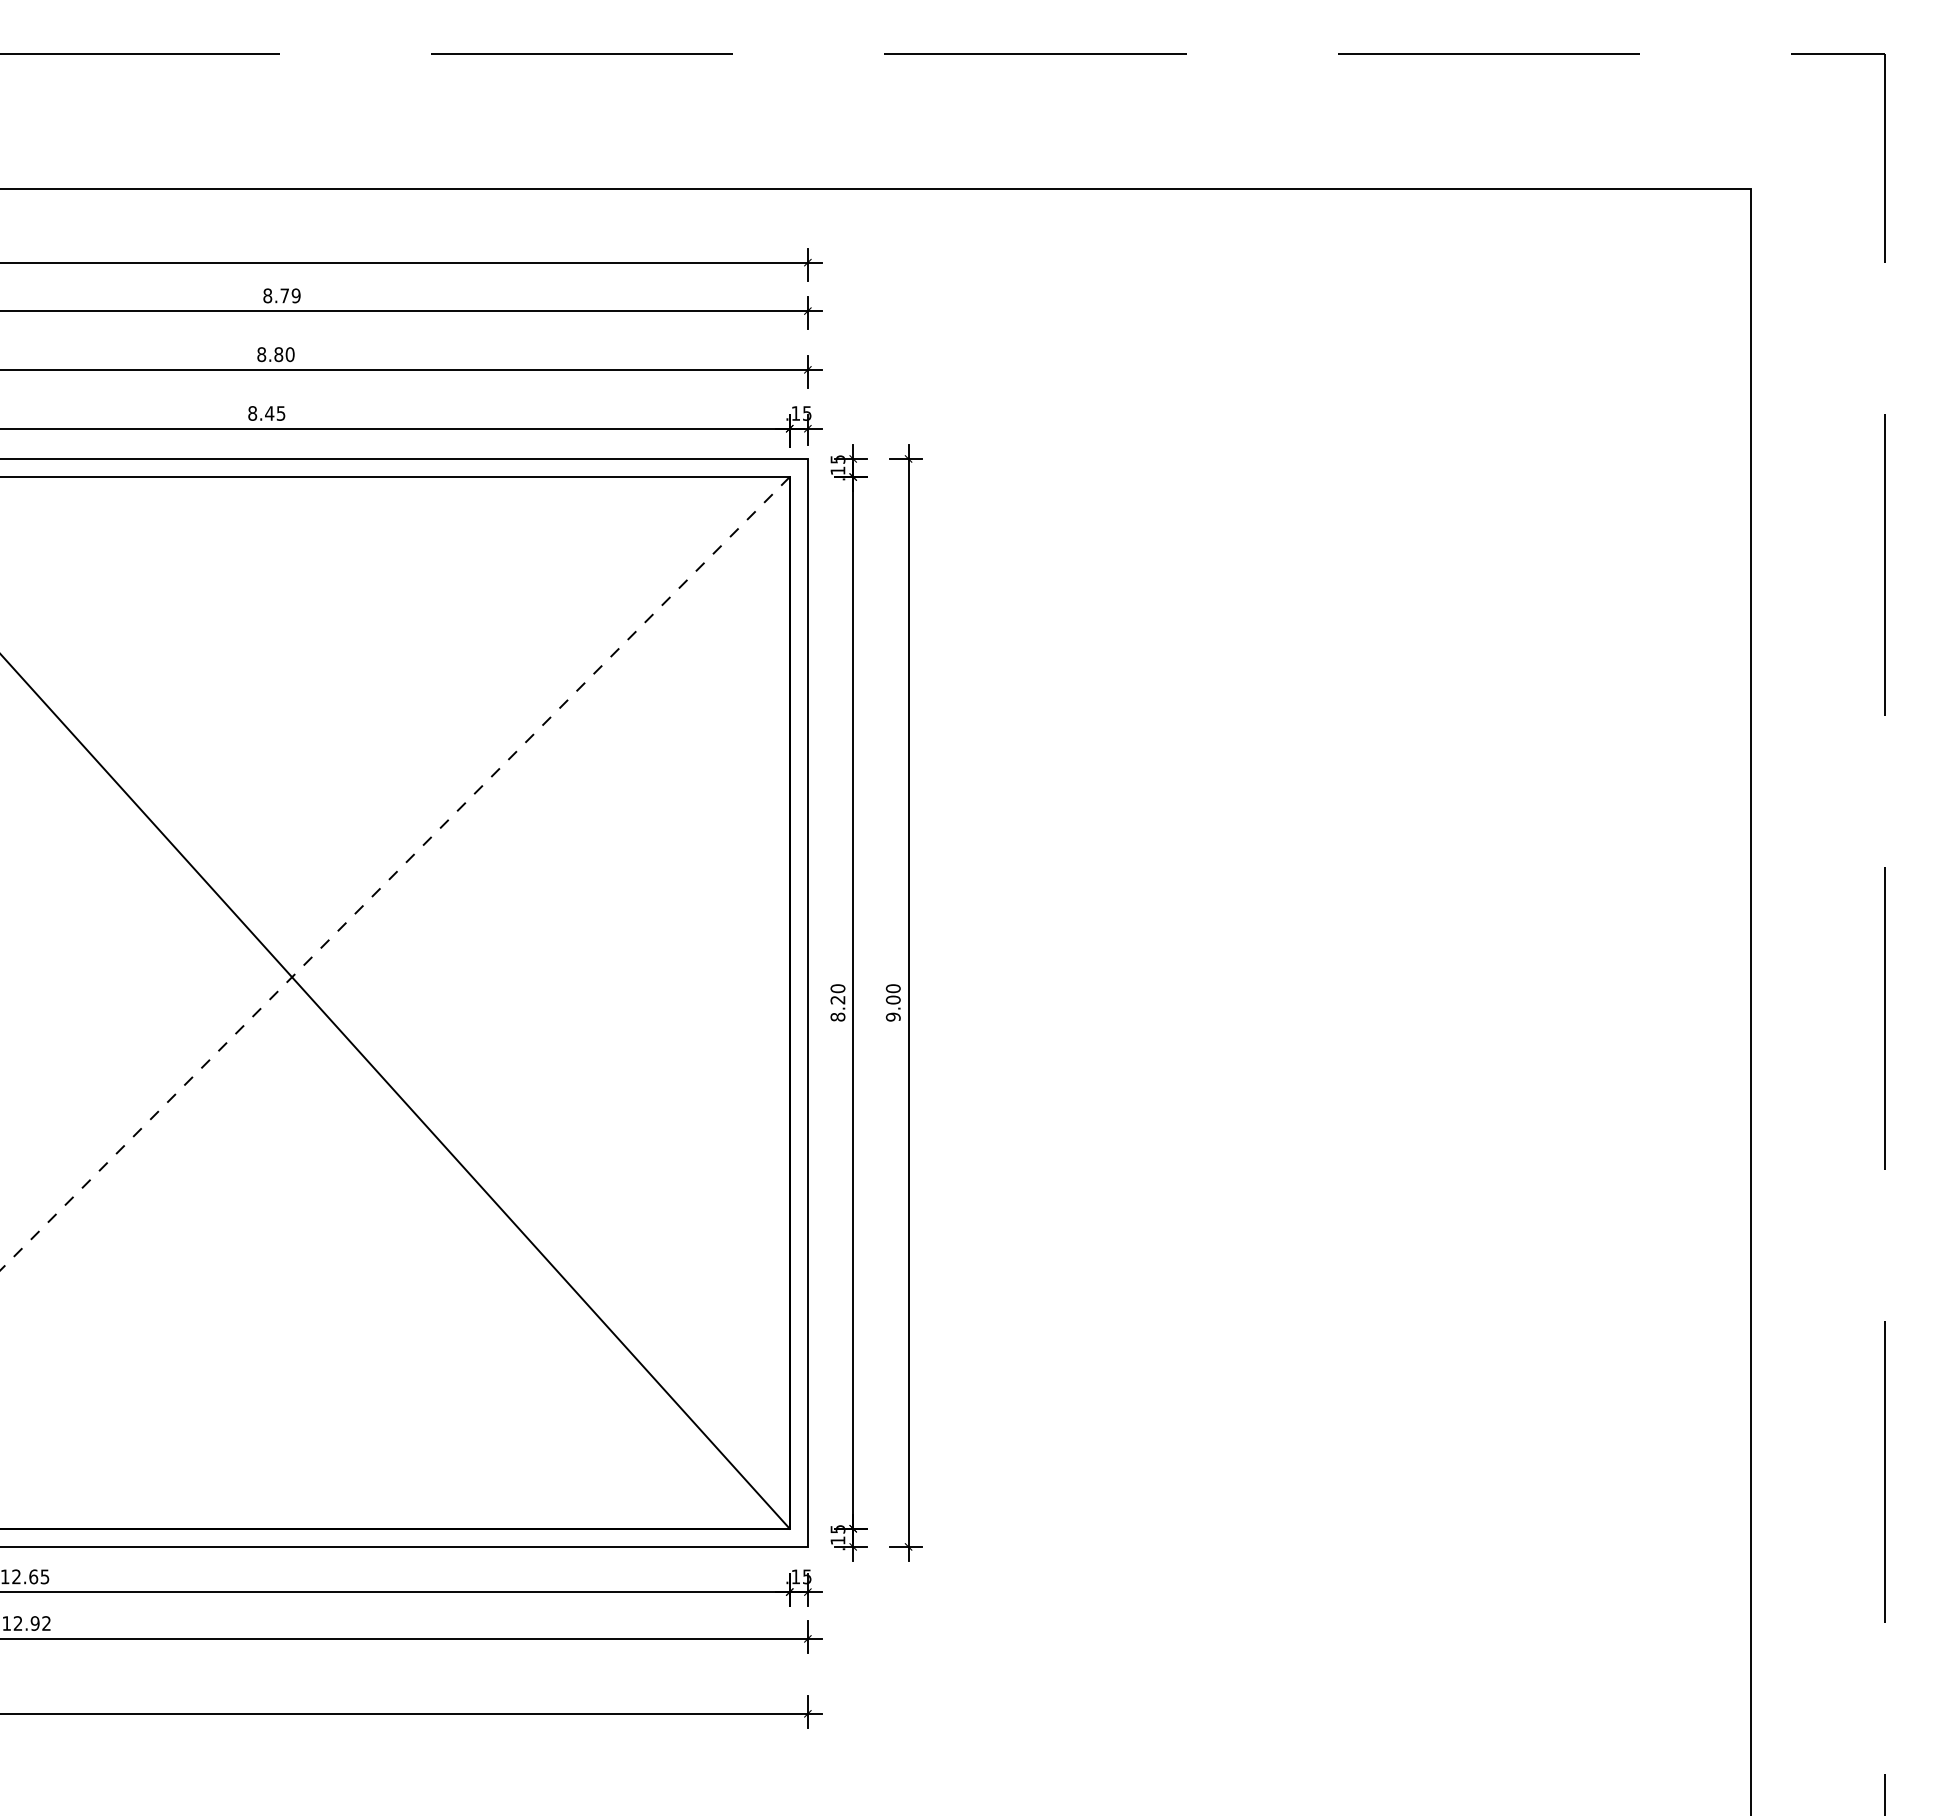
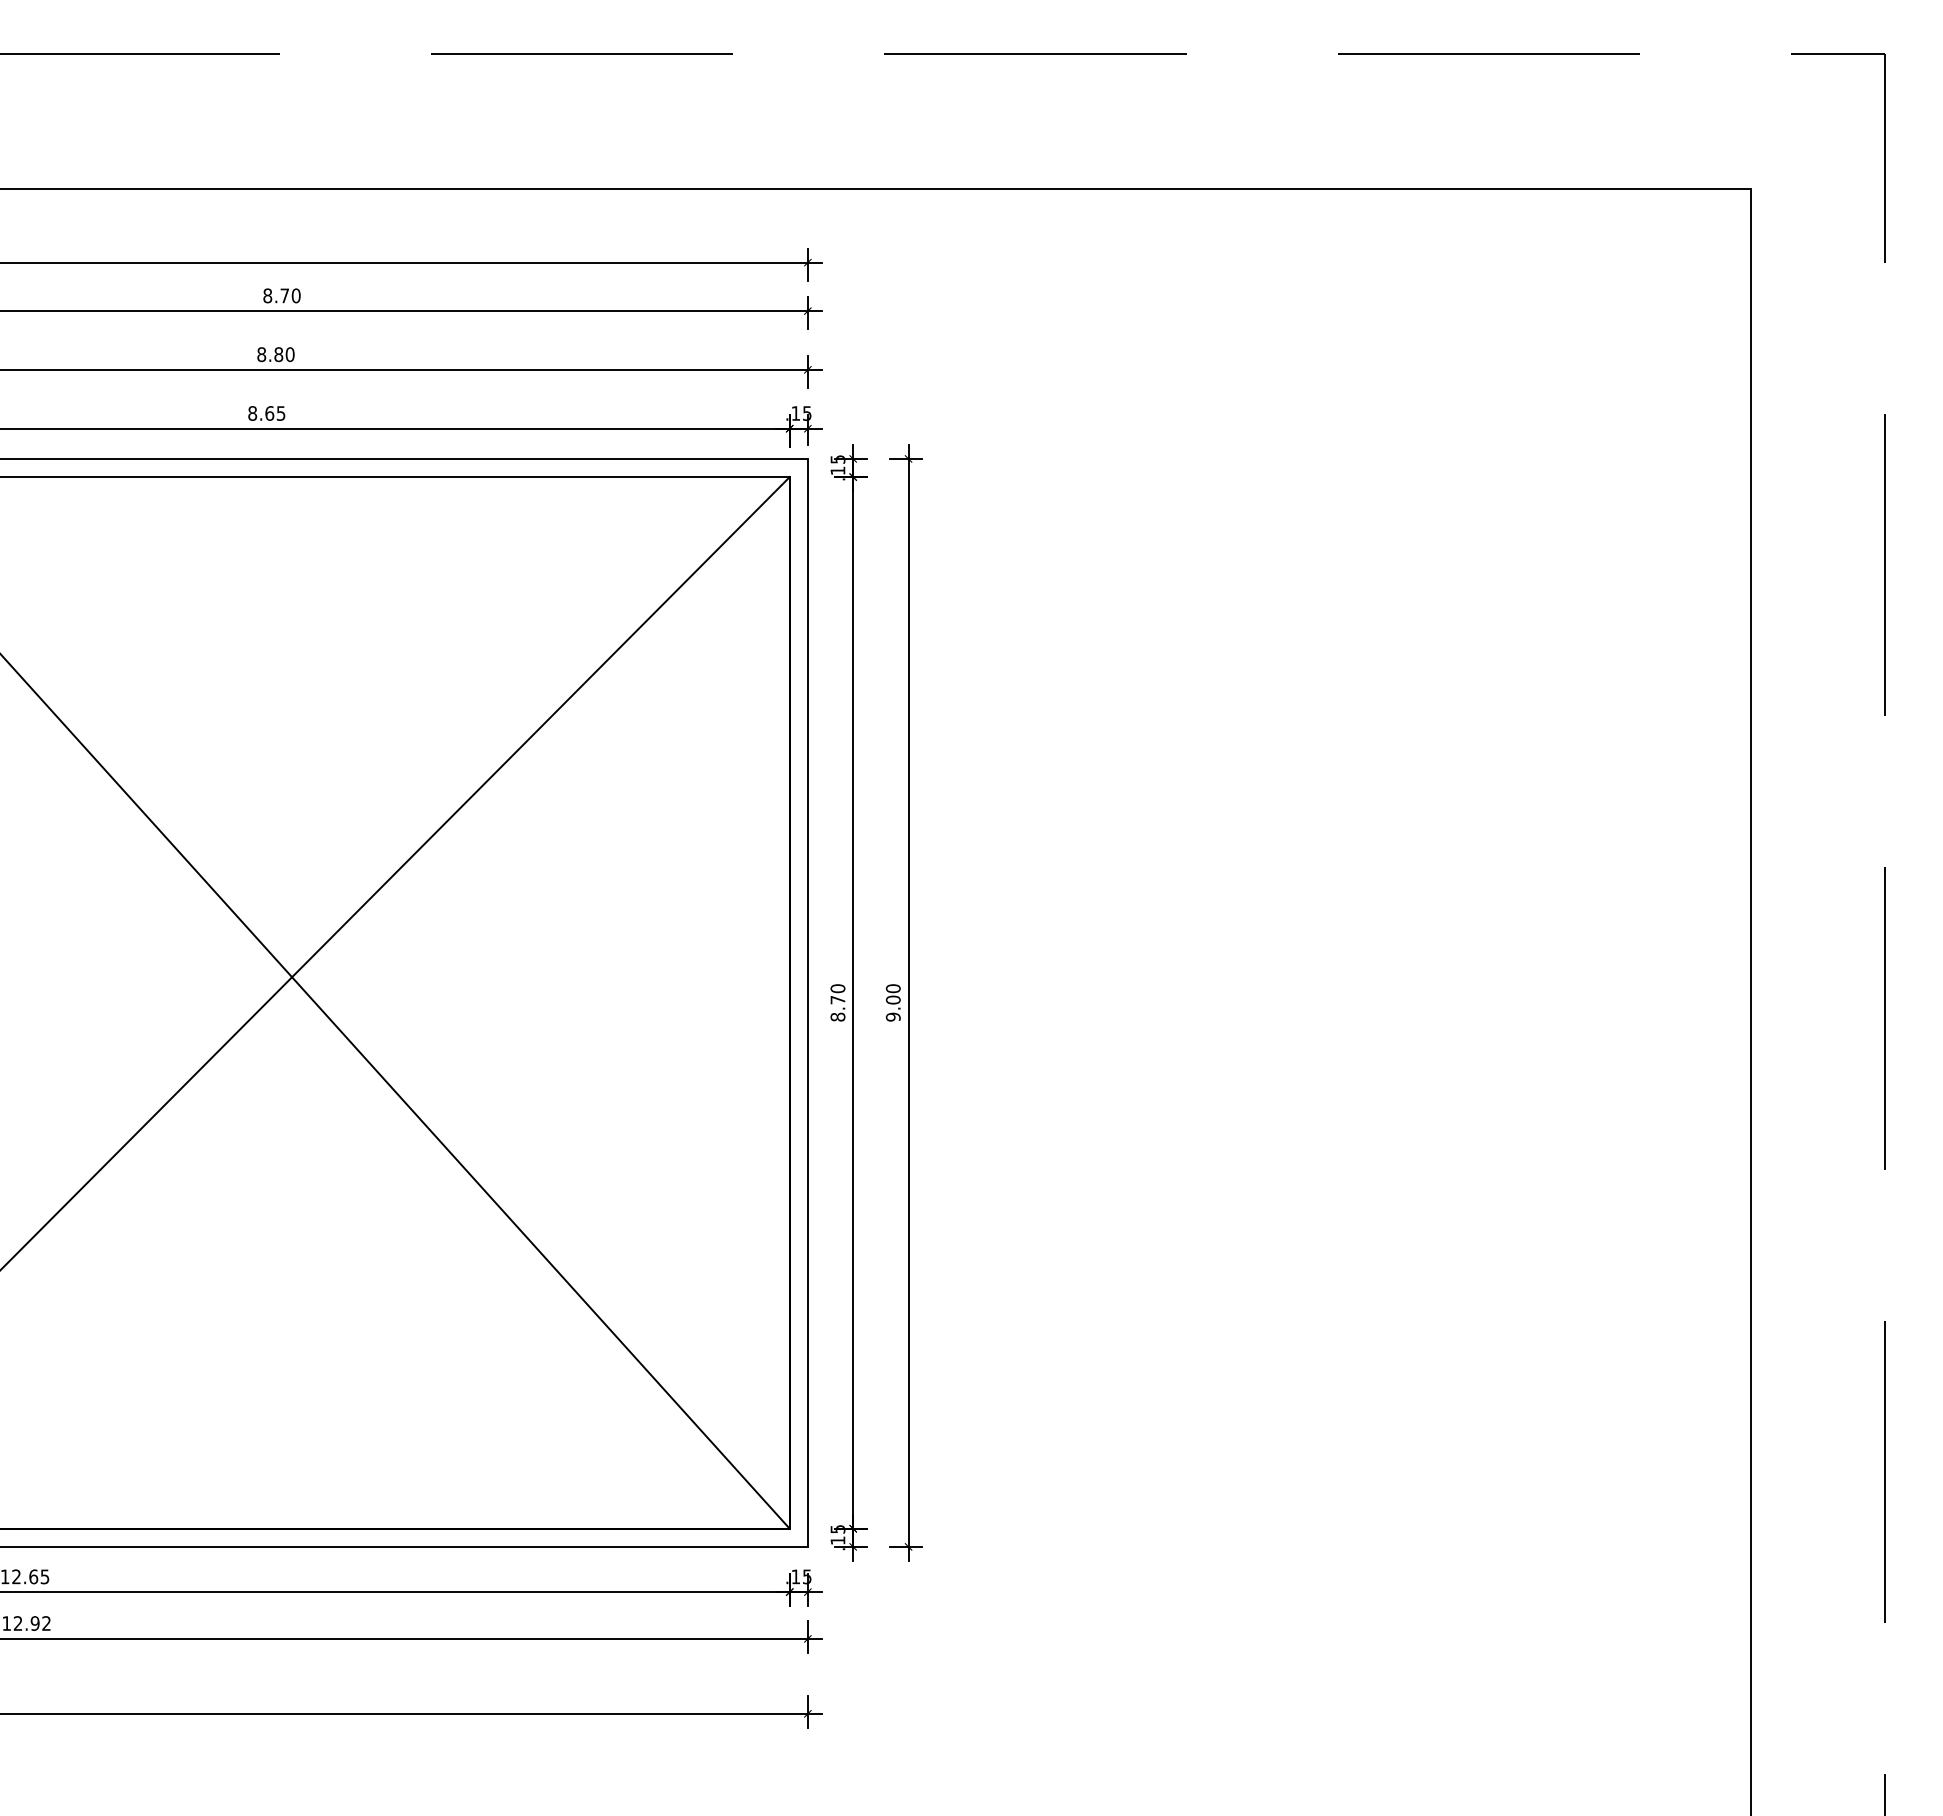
text at (295, 295): 8.79 -> 8.70
text at (269, 413): 8.45 -> 8.65
line at (394, 873): dashed -> solid
text at (837, 1000): 8.20 -> 8.70
